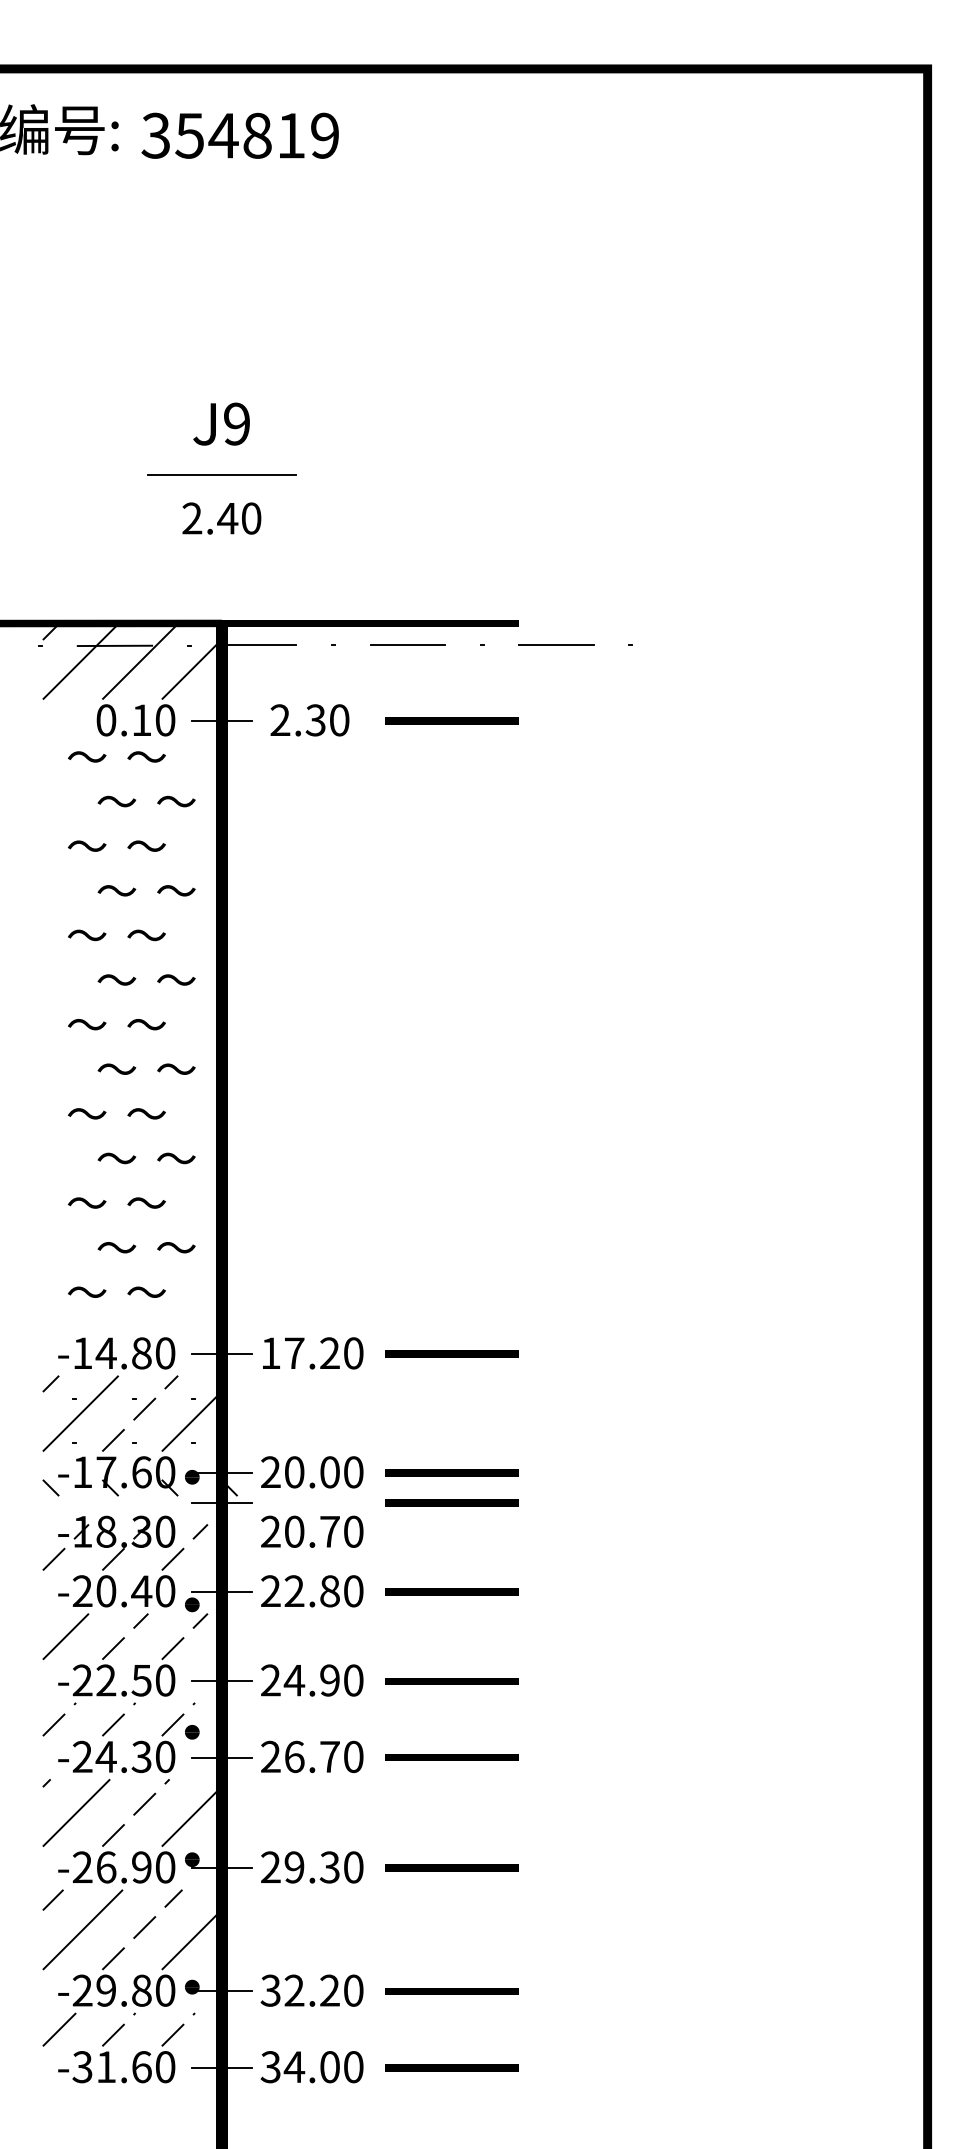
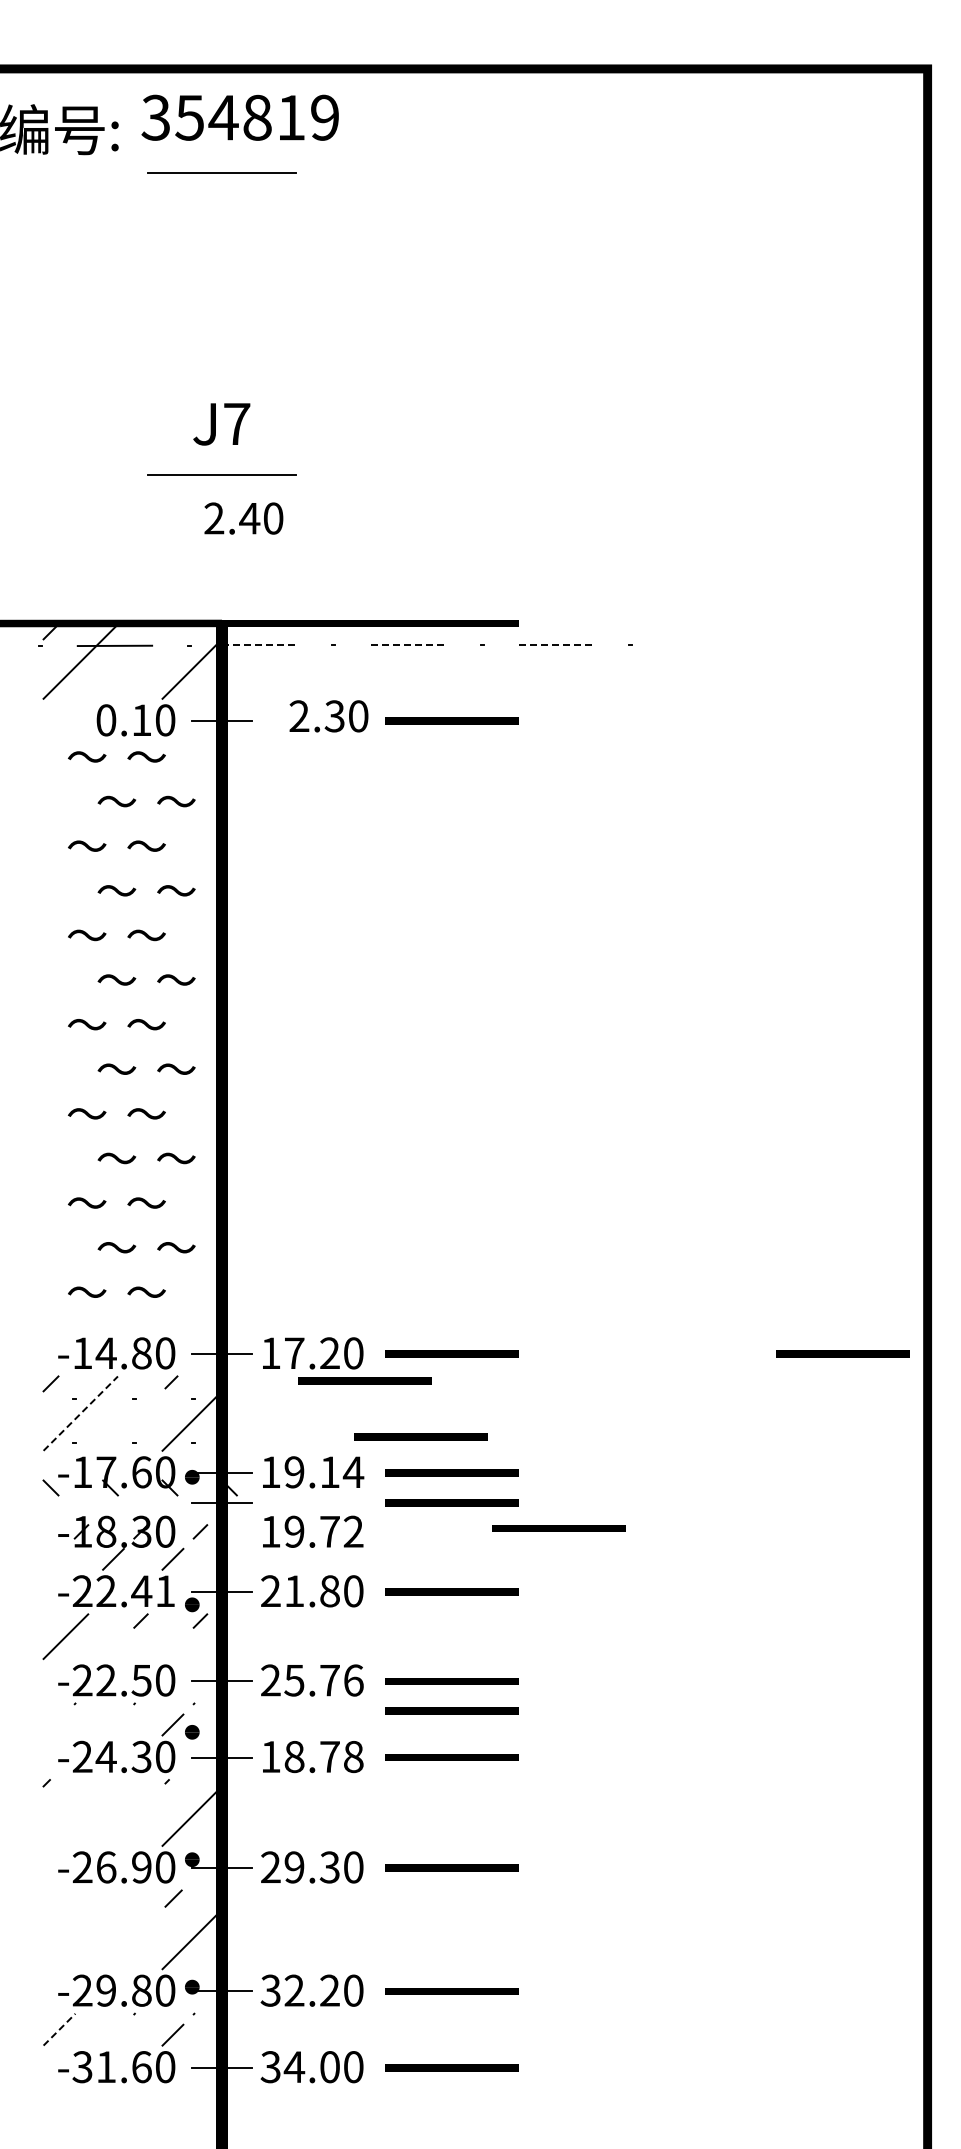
text at (239, 135) position: (239, 135) -> (239, 117)
line at (221, 172): none -> present
text at (237, 423): J9 -> J7
text at (221, 518) position: (221, 518) -> (243, 518)
line at (259, 645): solid -> dashed
line at (408, 645): solid -> dashed
line at (557, 645): solid -> dashed
line at (140, 660): present -> none
text at (309, 720) position: (309, 720) -> (328, 716)
line at (842, 1353): none -> present
line at (364, 1380): none -> present
line at (144, 1408): present -> none
line at (80, 1413): solid -> dashed
line at (420, 1436): none -> present
line at (113, 1439): present -> none
text at (312, 1472): 20.00 -> 19.14
line at (558, 1528): none -> present
text at (312, 1531): 20.70 -> 19.72
line at (53, 1558): present -> none
text at (294, 1590): 22.80 -> 21.80
text at (135, 1591): -20.40 -> -22.41
line at (113, 1648): present -> none
line at (172, 1648): present -> none
text at (323, 1680): 24.90 -> 25.76
line at (451, 1710): none -> present
line at (53, 1724): present -> none
line at (113, 1724): present -> none
text at (312, 1756): 26.70 -> 18.78
line at (144, 1803): present -> none
line at (76, 1812): present -> none
line at (113, 1835): present -> none
line at (52, 1899): present -> none
line at (144, 1927): present -> none
line at (82, 1929): present -> none
line at (113, 1958): present -> none
line at (59, 2029): solid -> dashed
line at (113, 2034): present -> none
